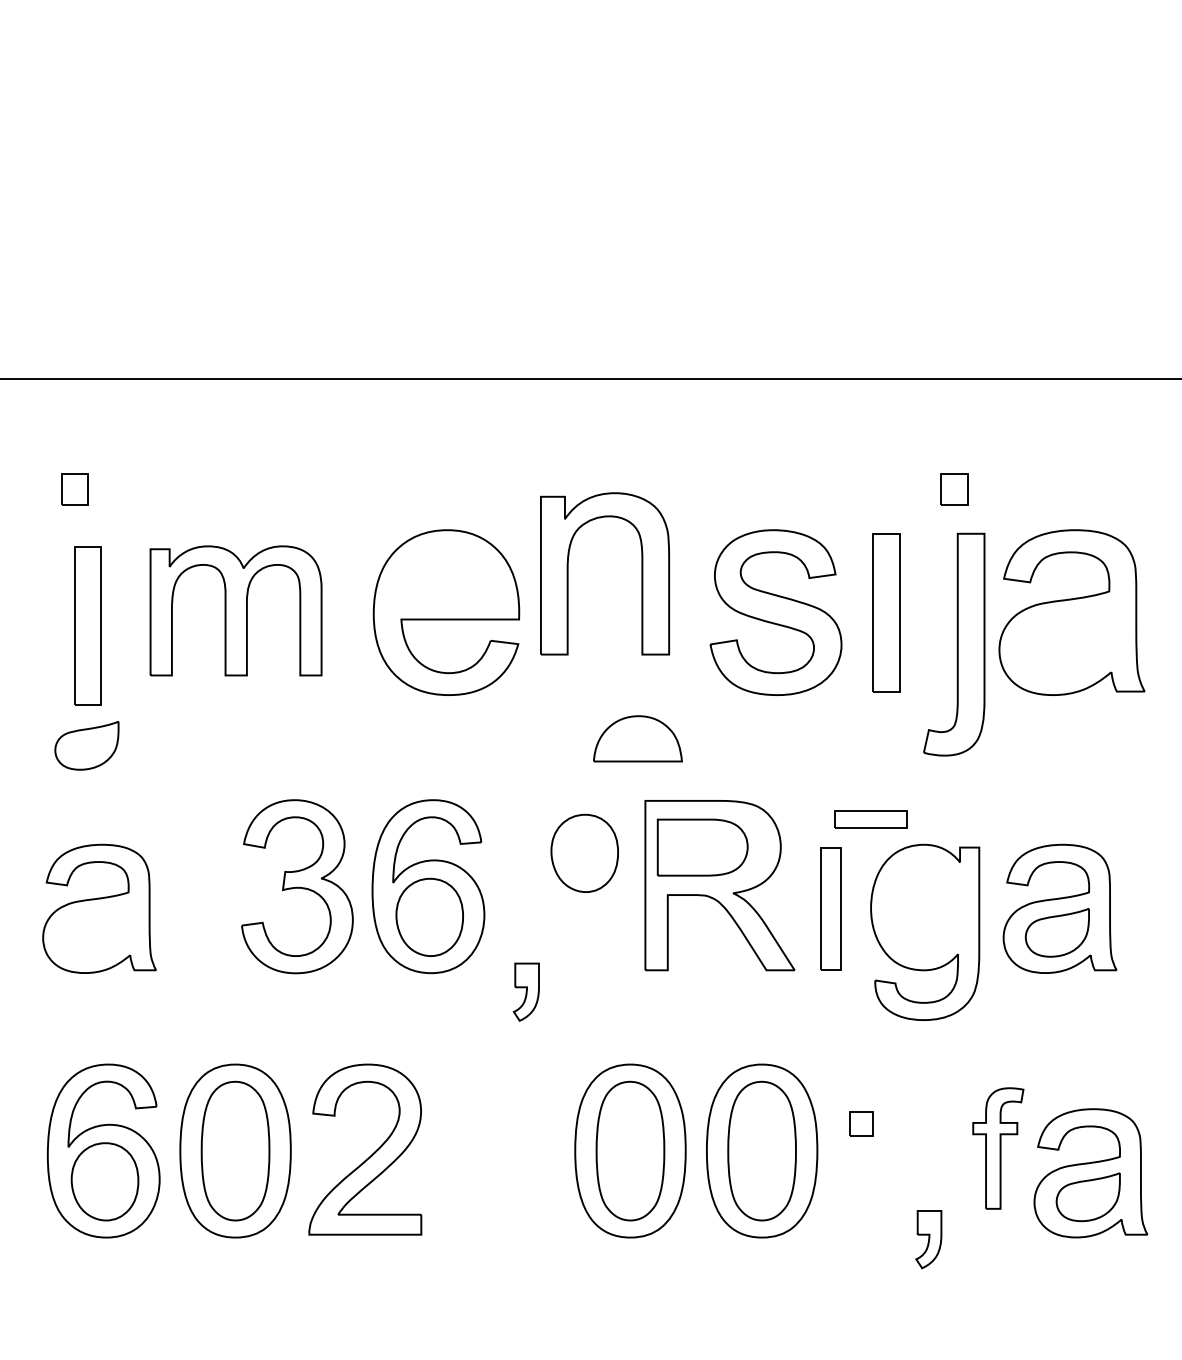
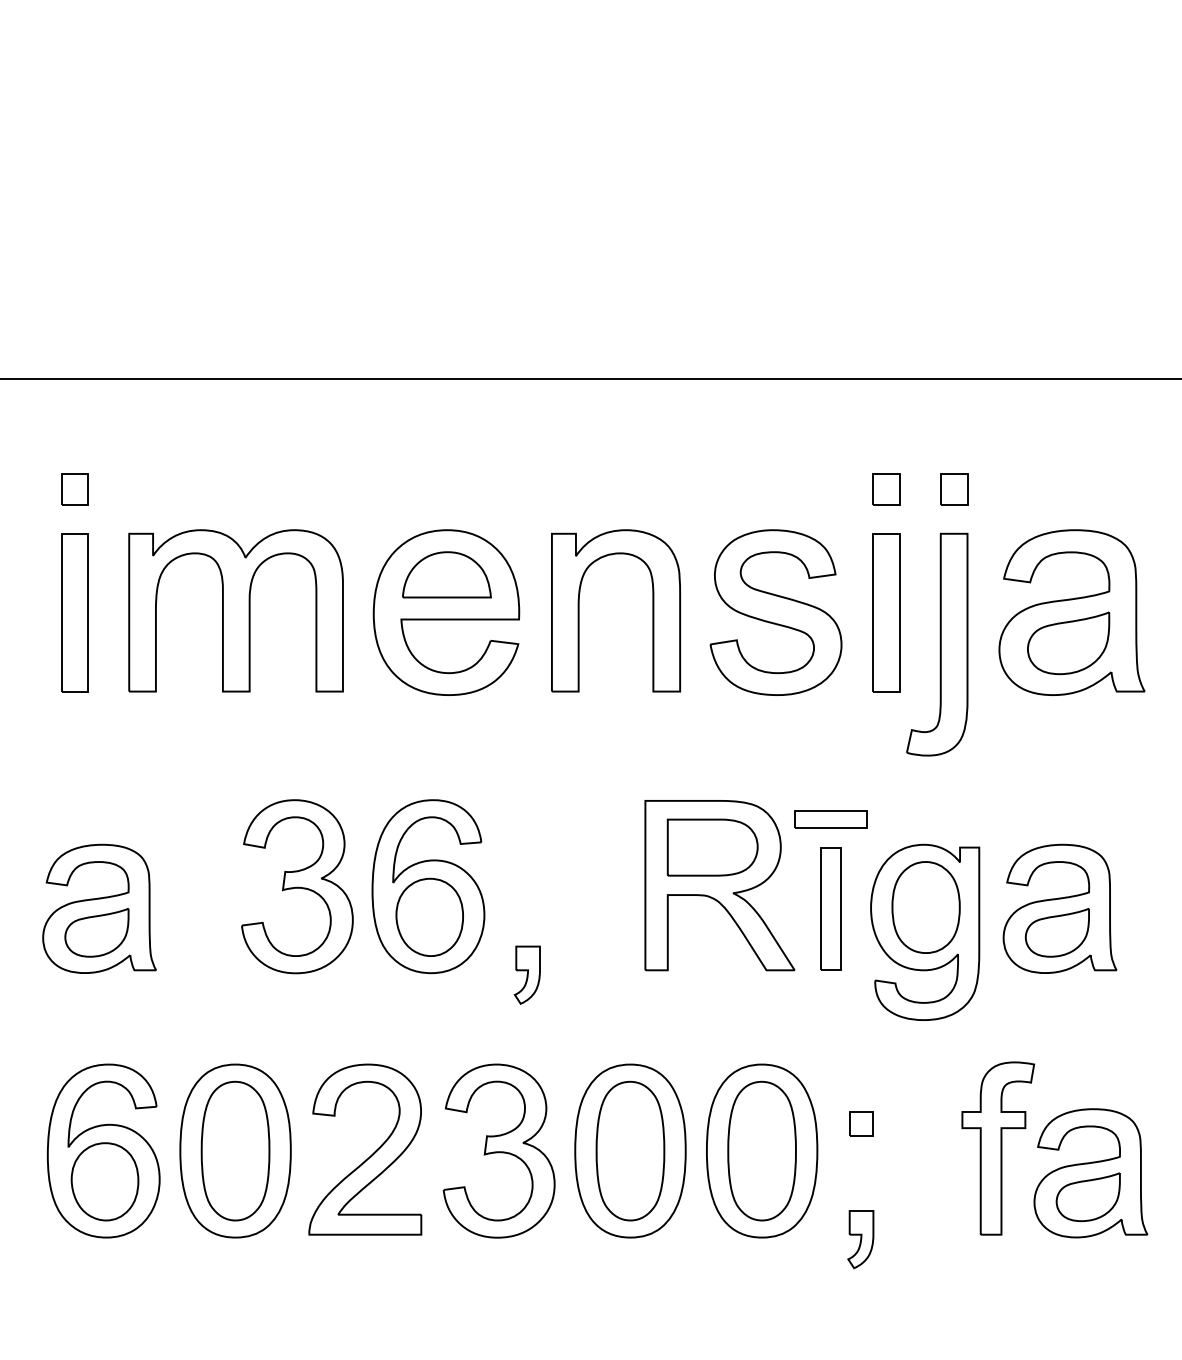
part at (886, 489): none -> present
part at (568, 573) position: (568, 573) -> (579, 610)
part at (235, 610) size: 174x132 px -> 216x164 px
part at (87, 625) position: (87, 625) -> (74, 612)
part at (1068, 643): none -> present
part at (954, 644) position: (954, 644) -> (937, 644)
part at (637, 738) position: (637, 738) -> (446, 574)
part at (86, 745) position: (86, 745) -> (96, 932)
part at (870, 819) position: (870, 819) -> (830, 819)
part at (702, 847) position: (702, 847) -> (712, 847)
part at (584, 852): present -> none
part at (925, 907): none -> present
part at (525, 991) position: (525, 991) -> (526, 974)
part at (998, 1148) size: 53x123 px -> 75x175 px
part at (498, 1150): none -> present
part at (928, 1239) position: (928, 1239) -> (860, 1239)
